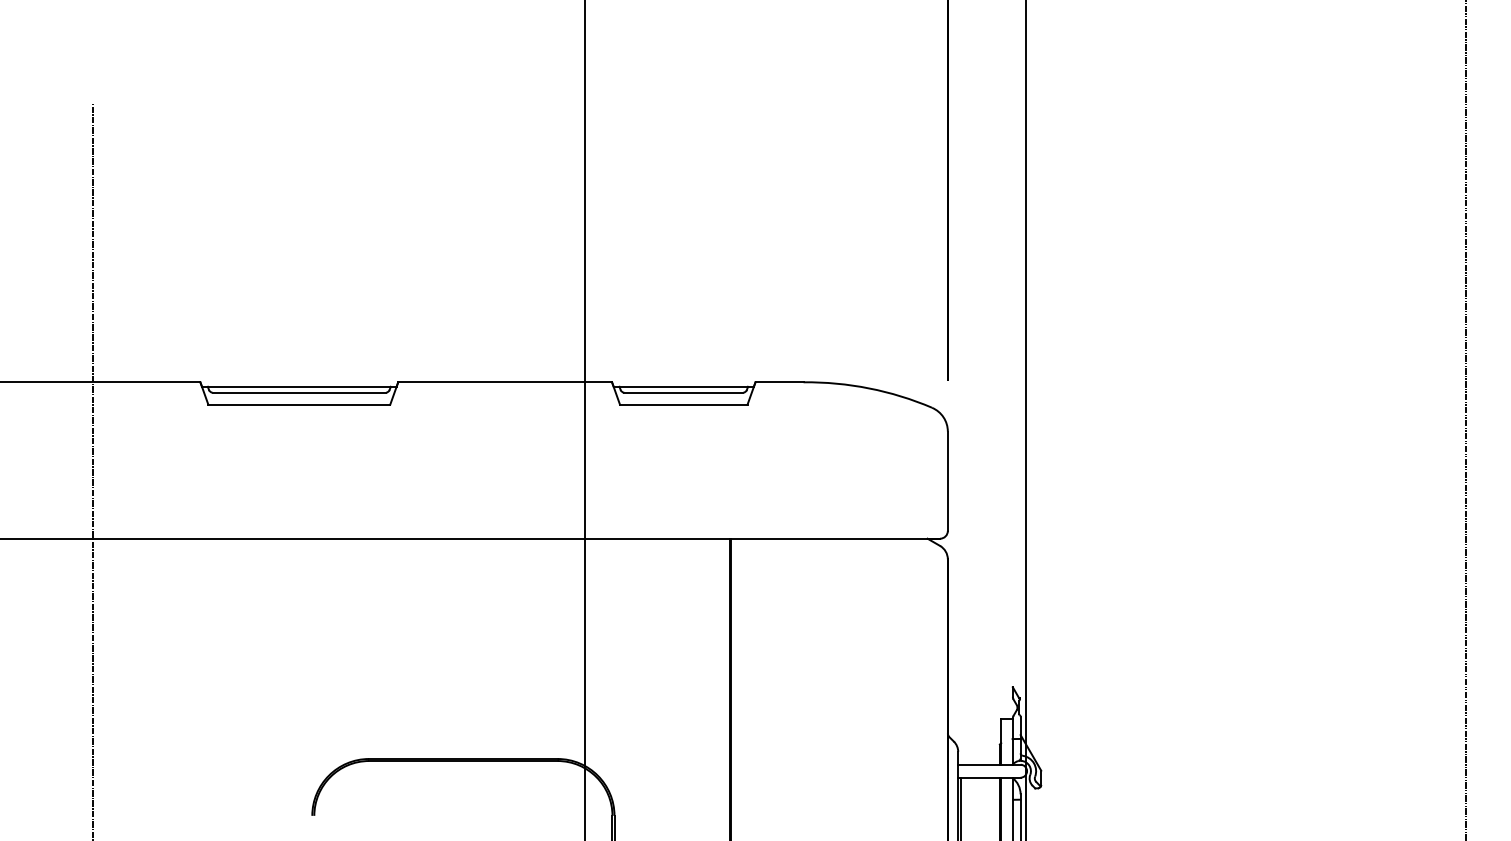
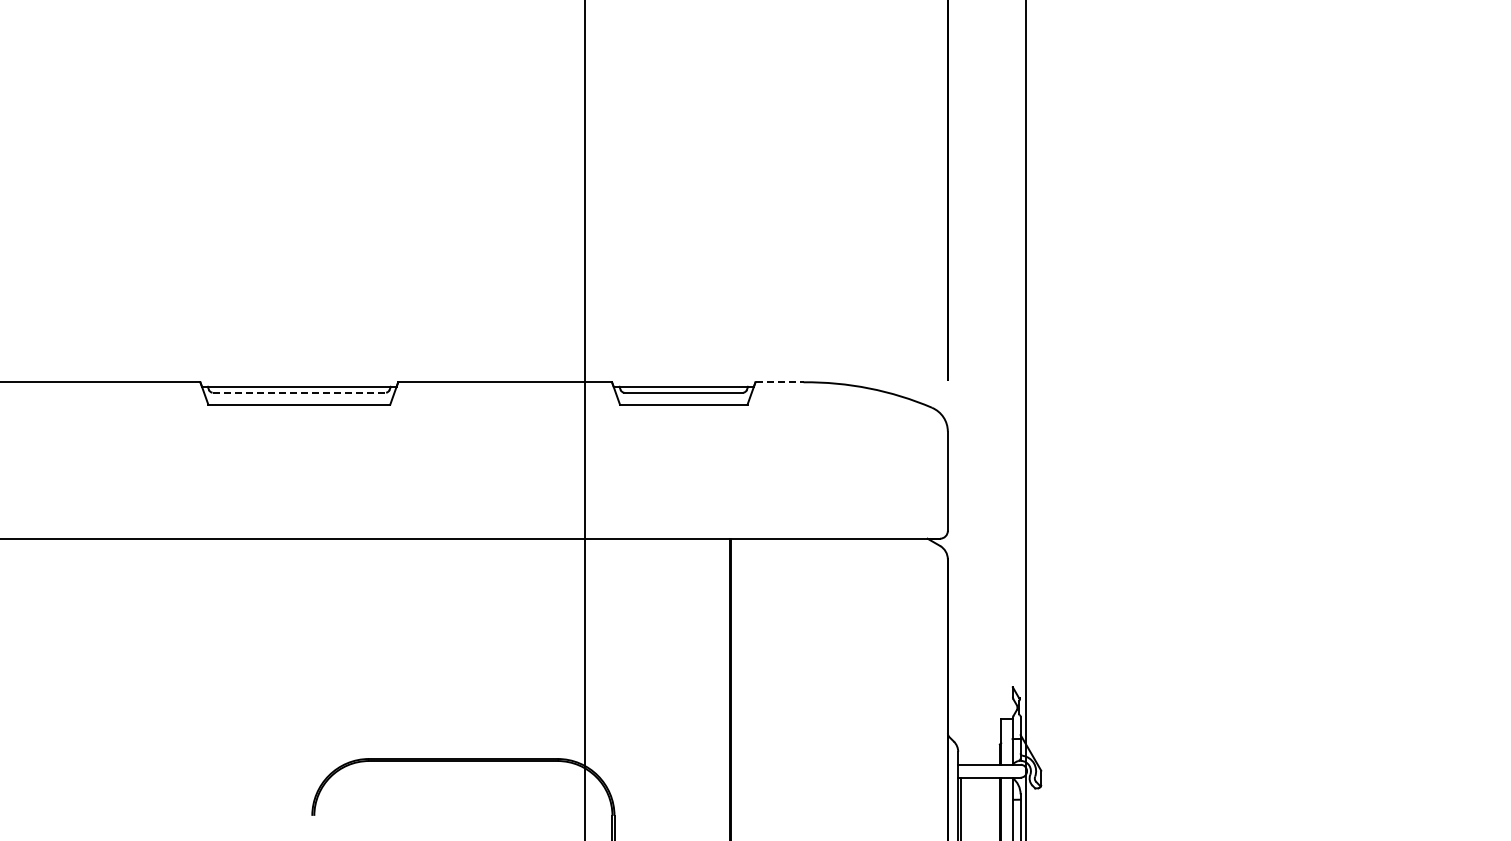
line at (780, 382): solid -> dashed
line at (299, 392): solid -> dashed
line at (1465, 419): present -> none
line at (93, 469): present -> none
